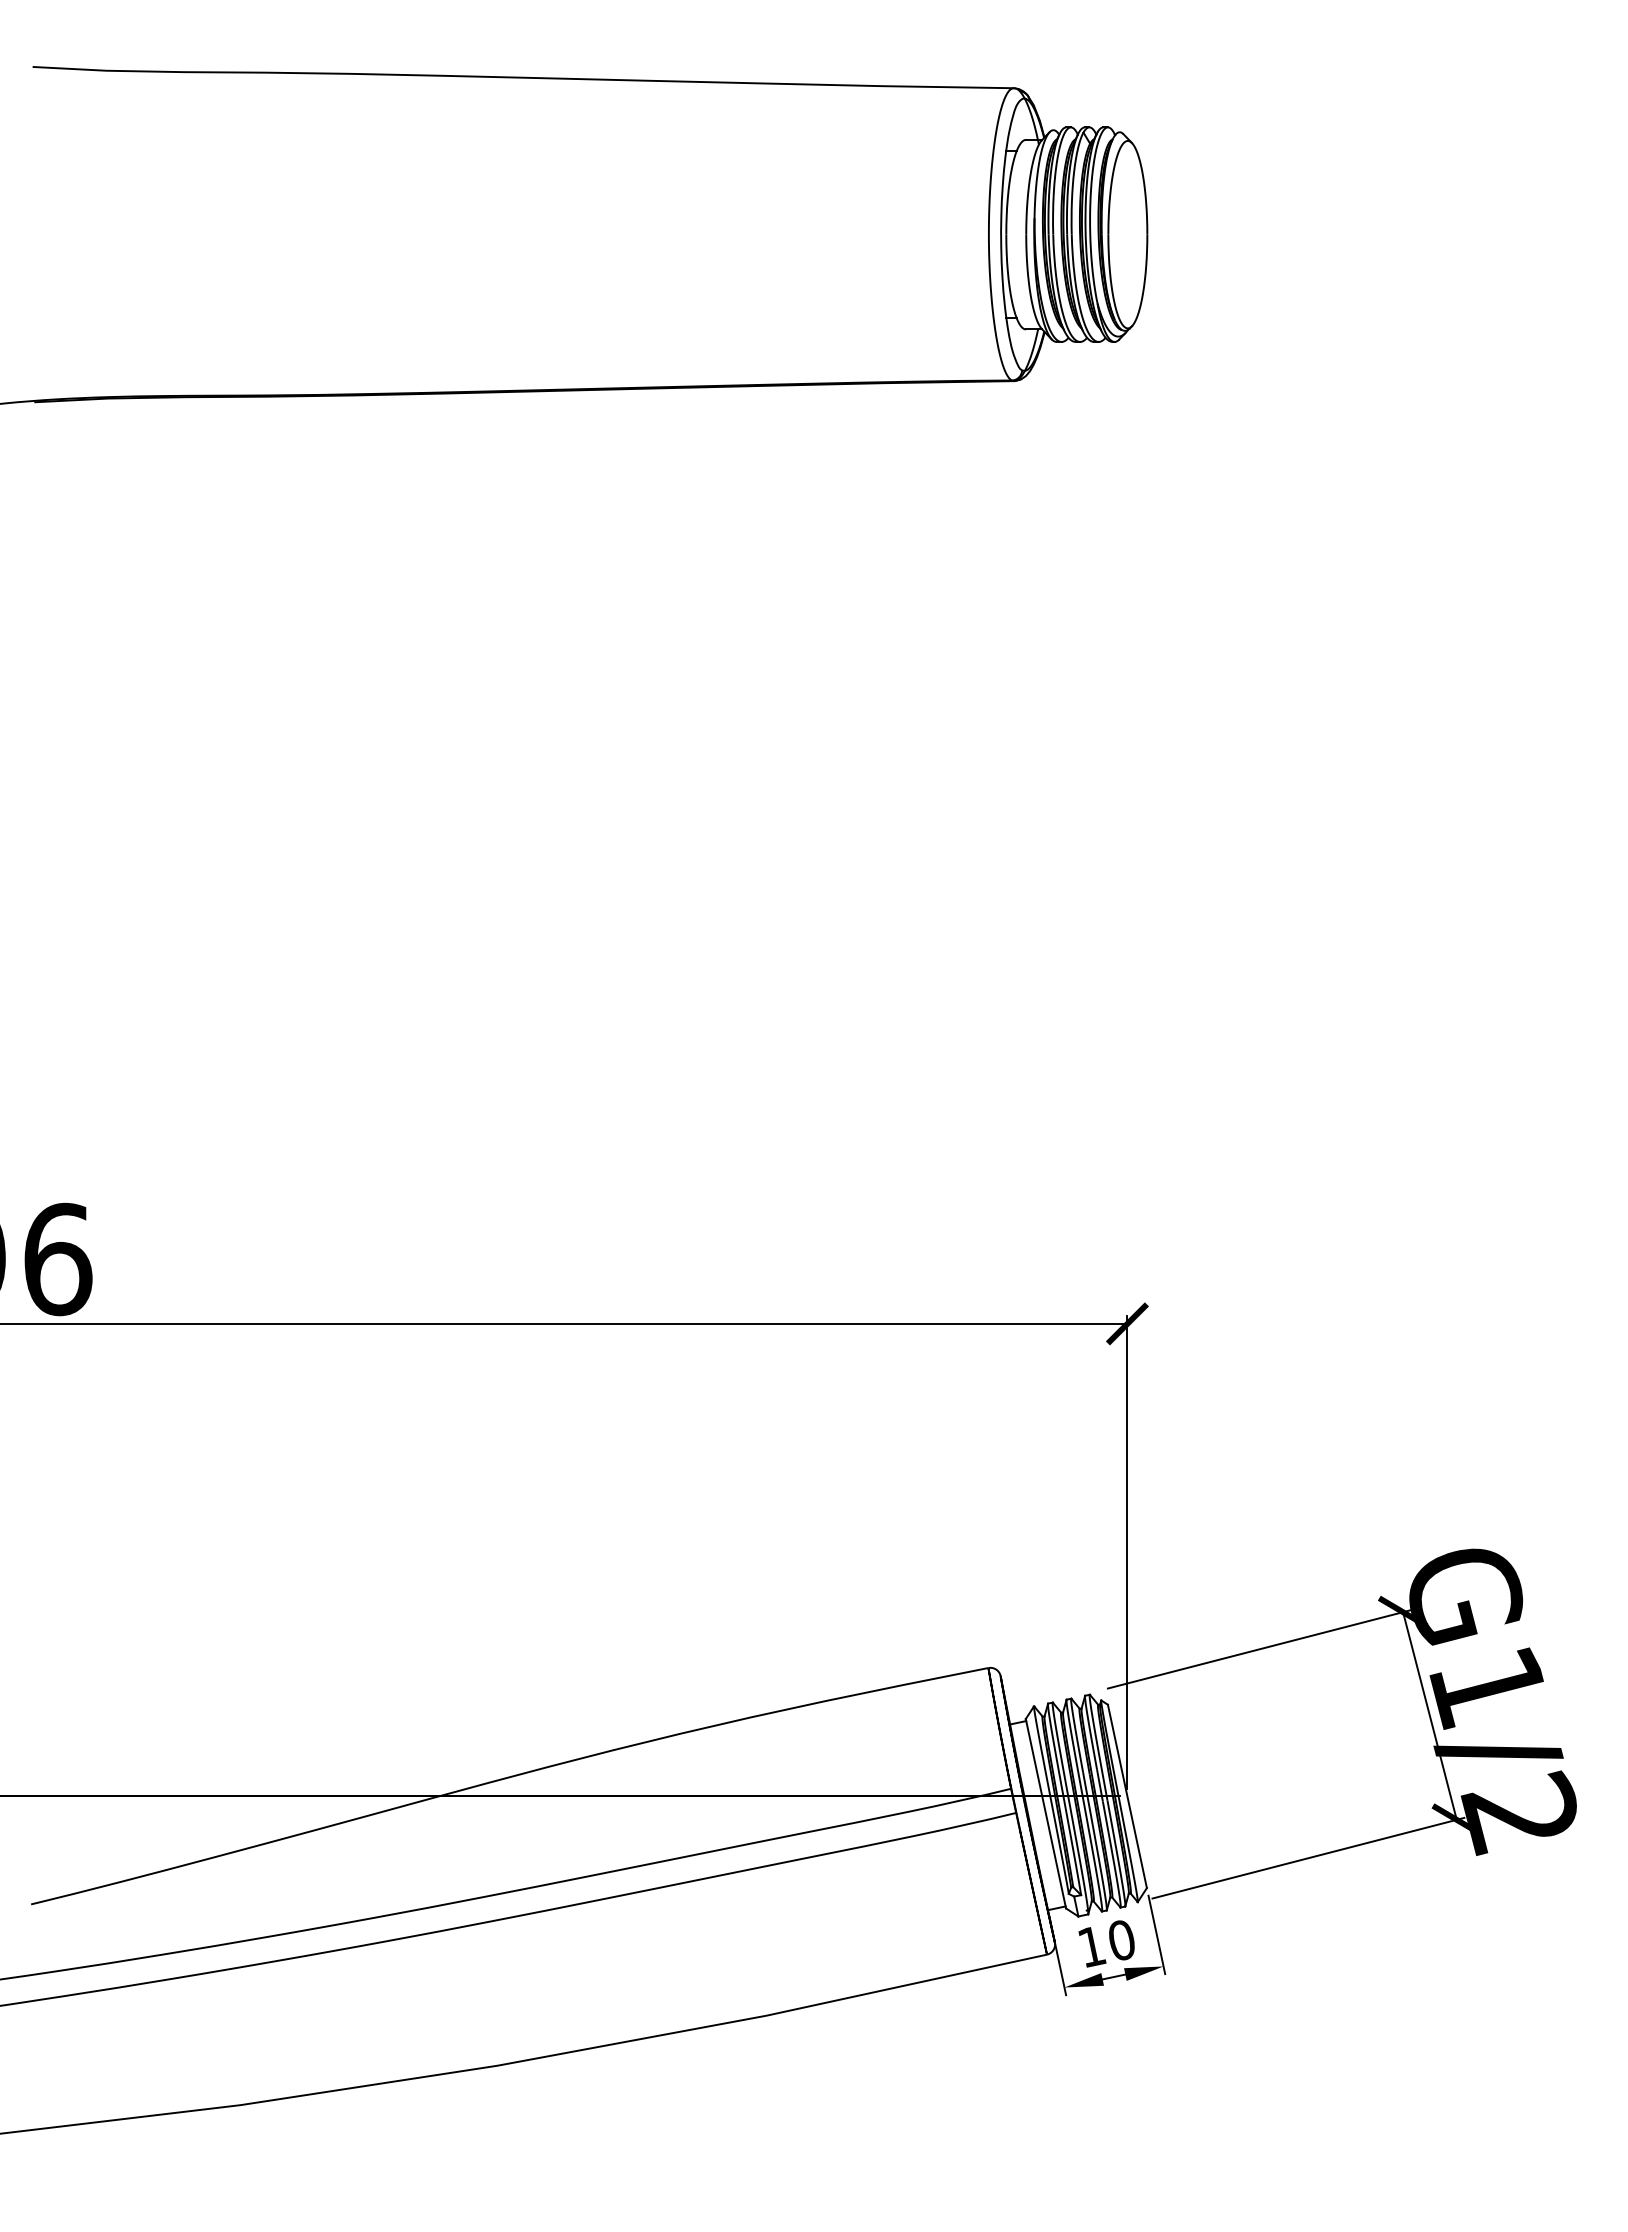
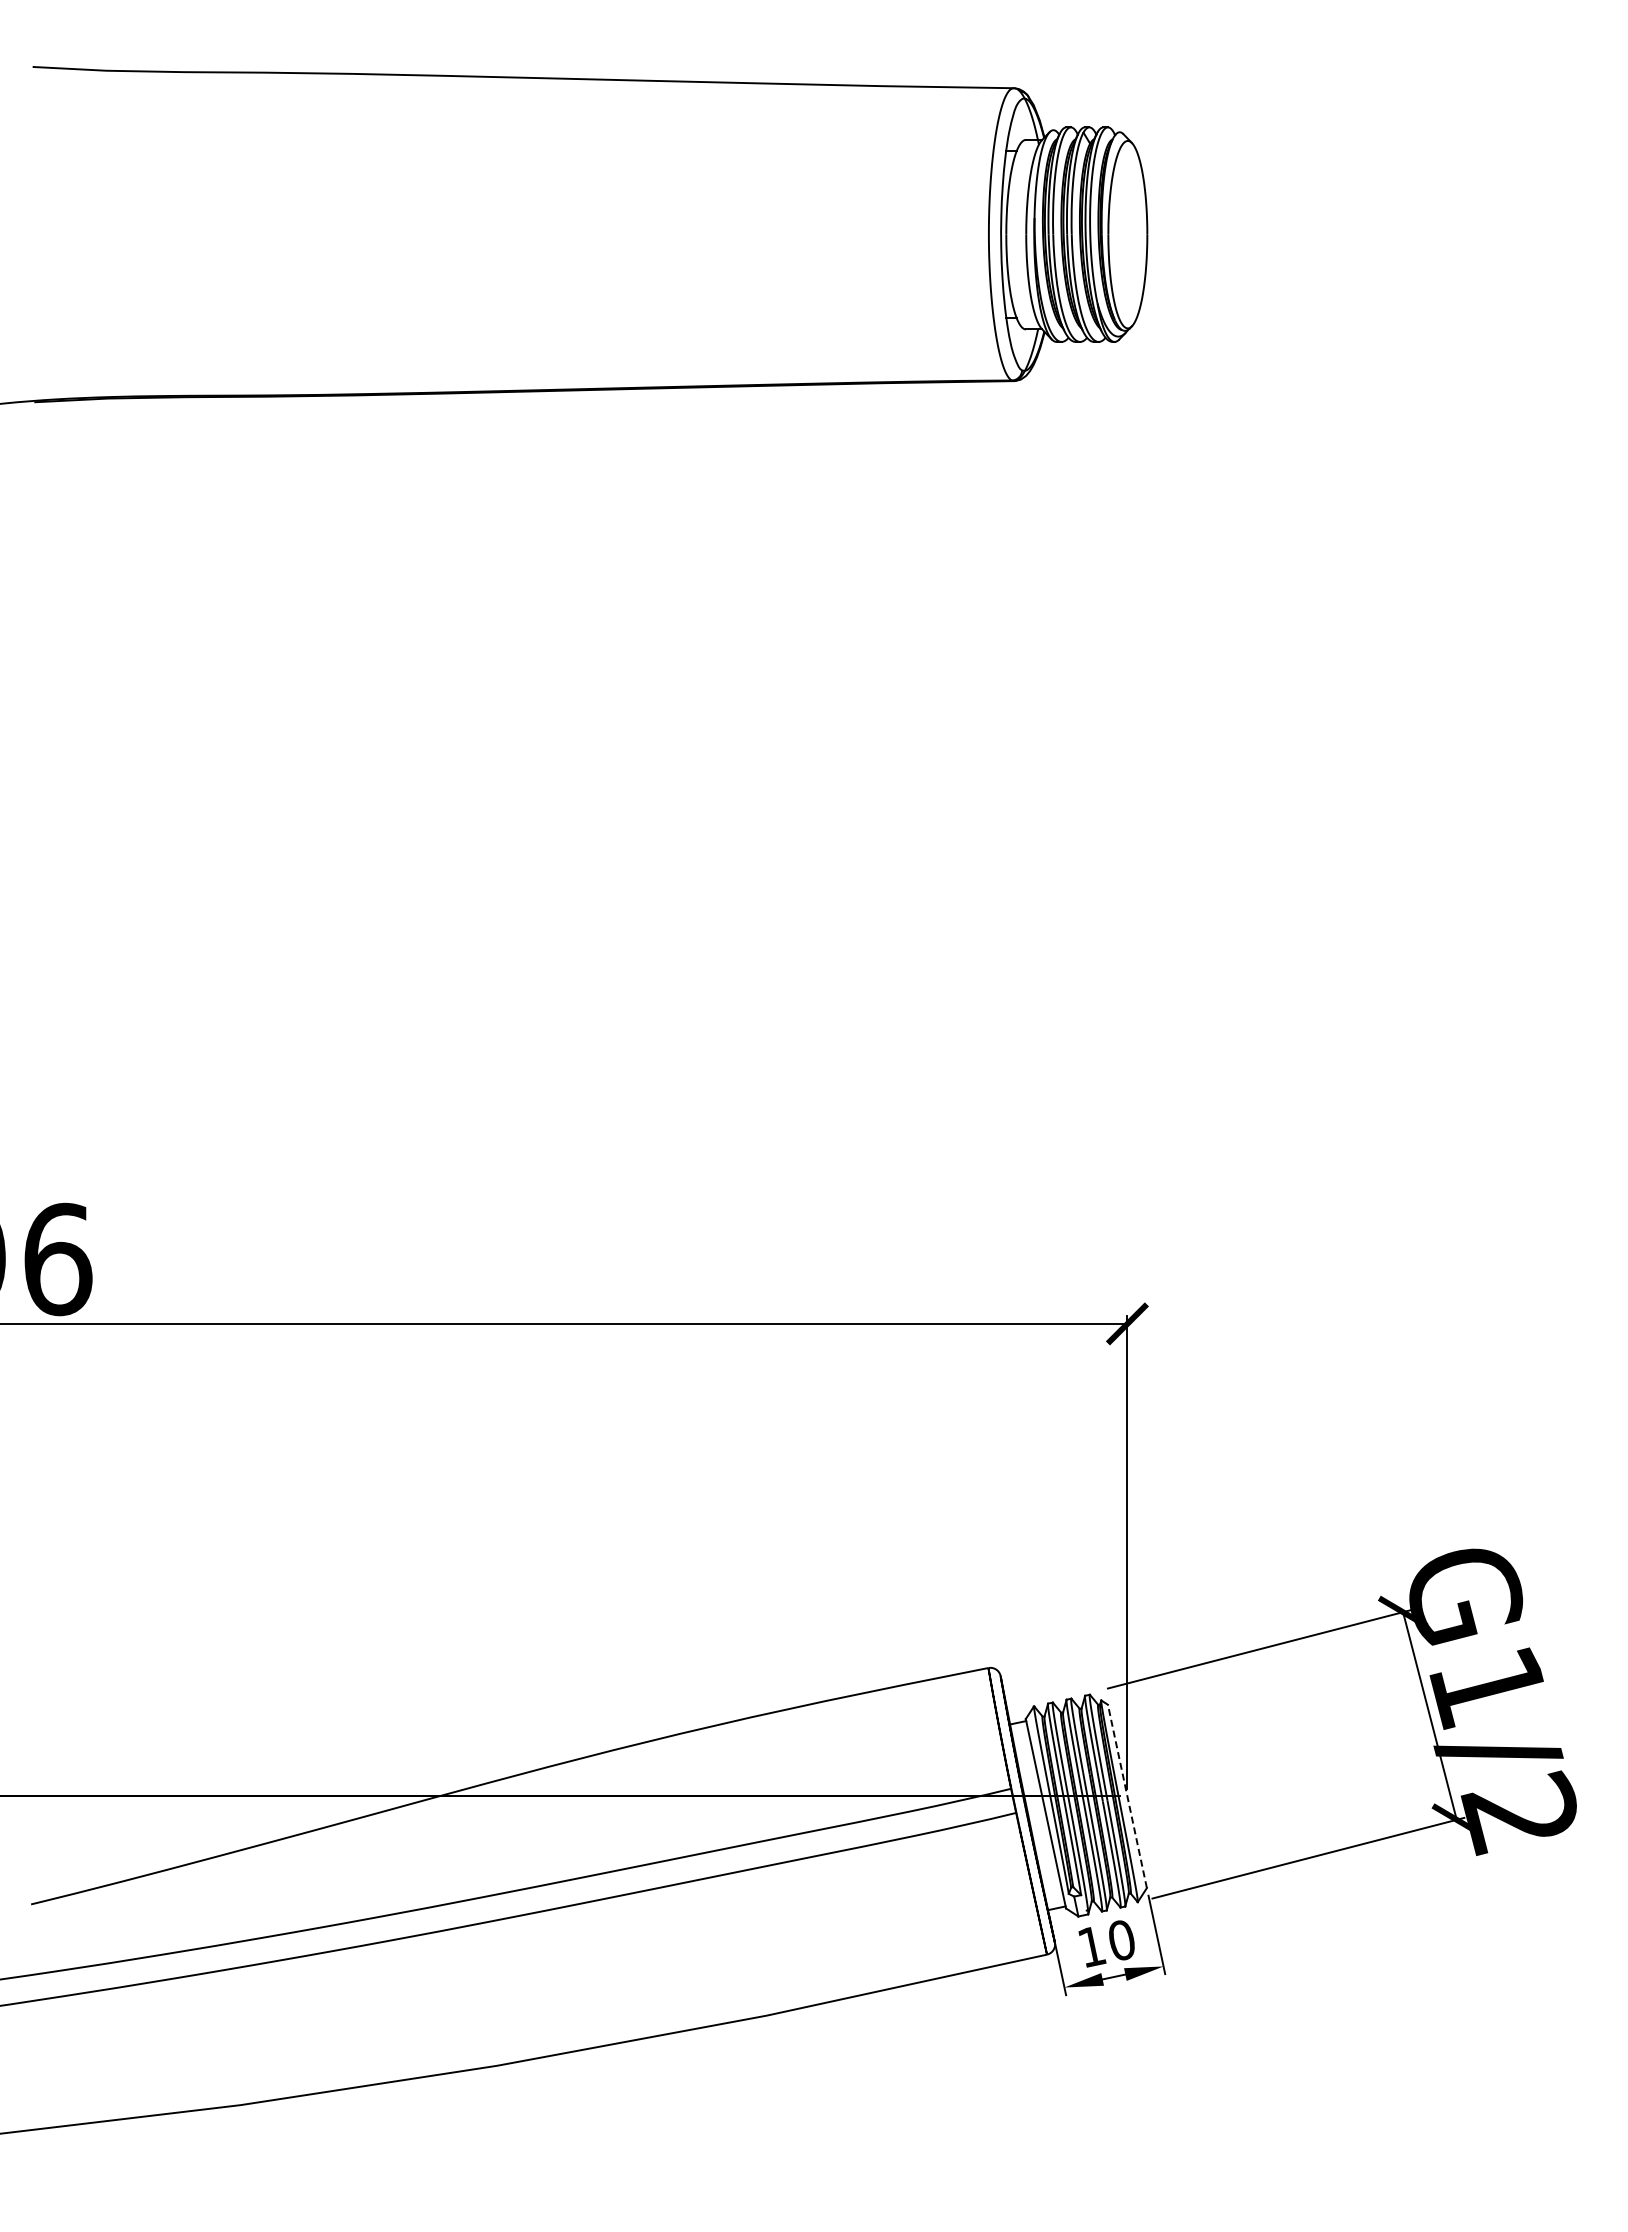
line at (1127, 1796): solid -> dashed
